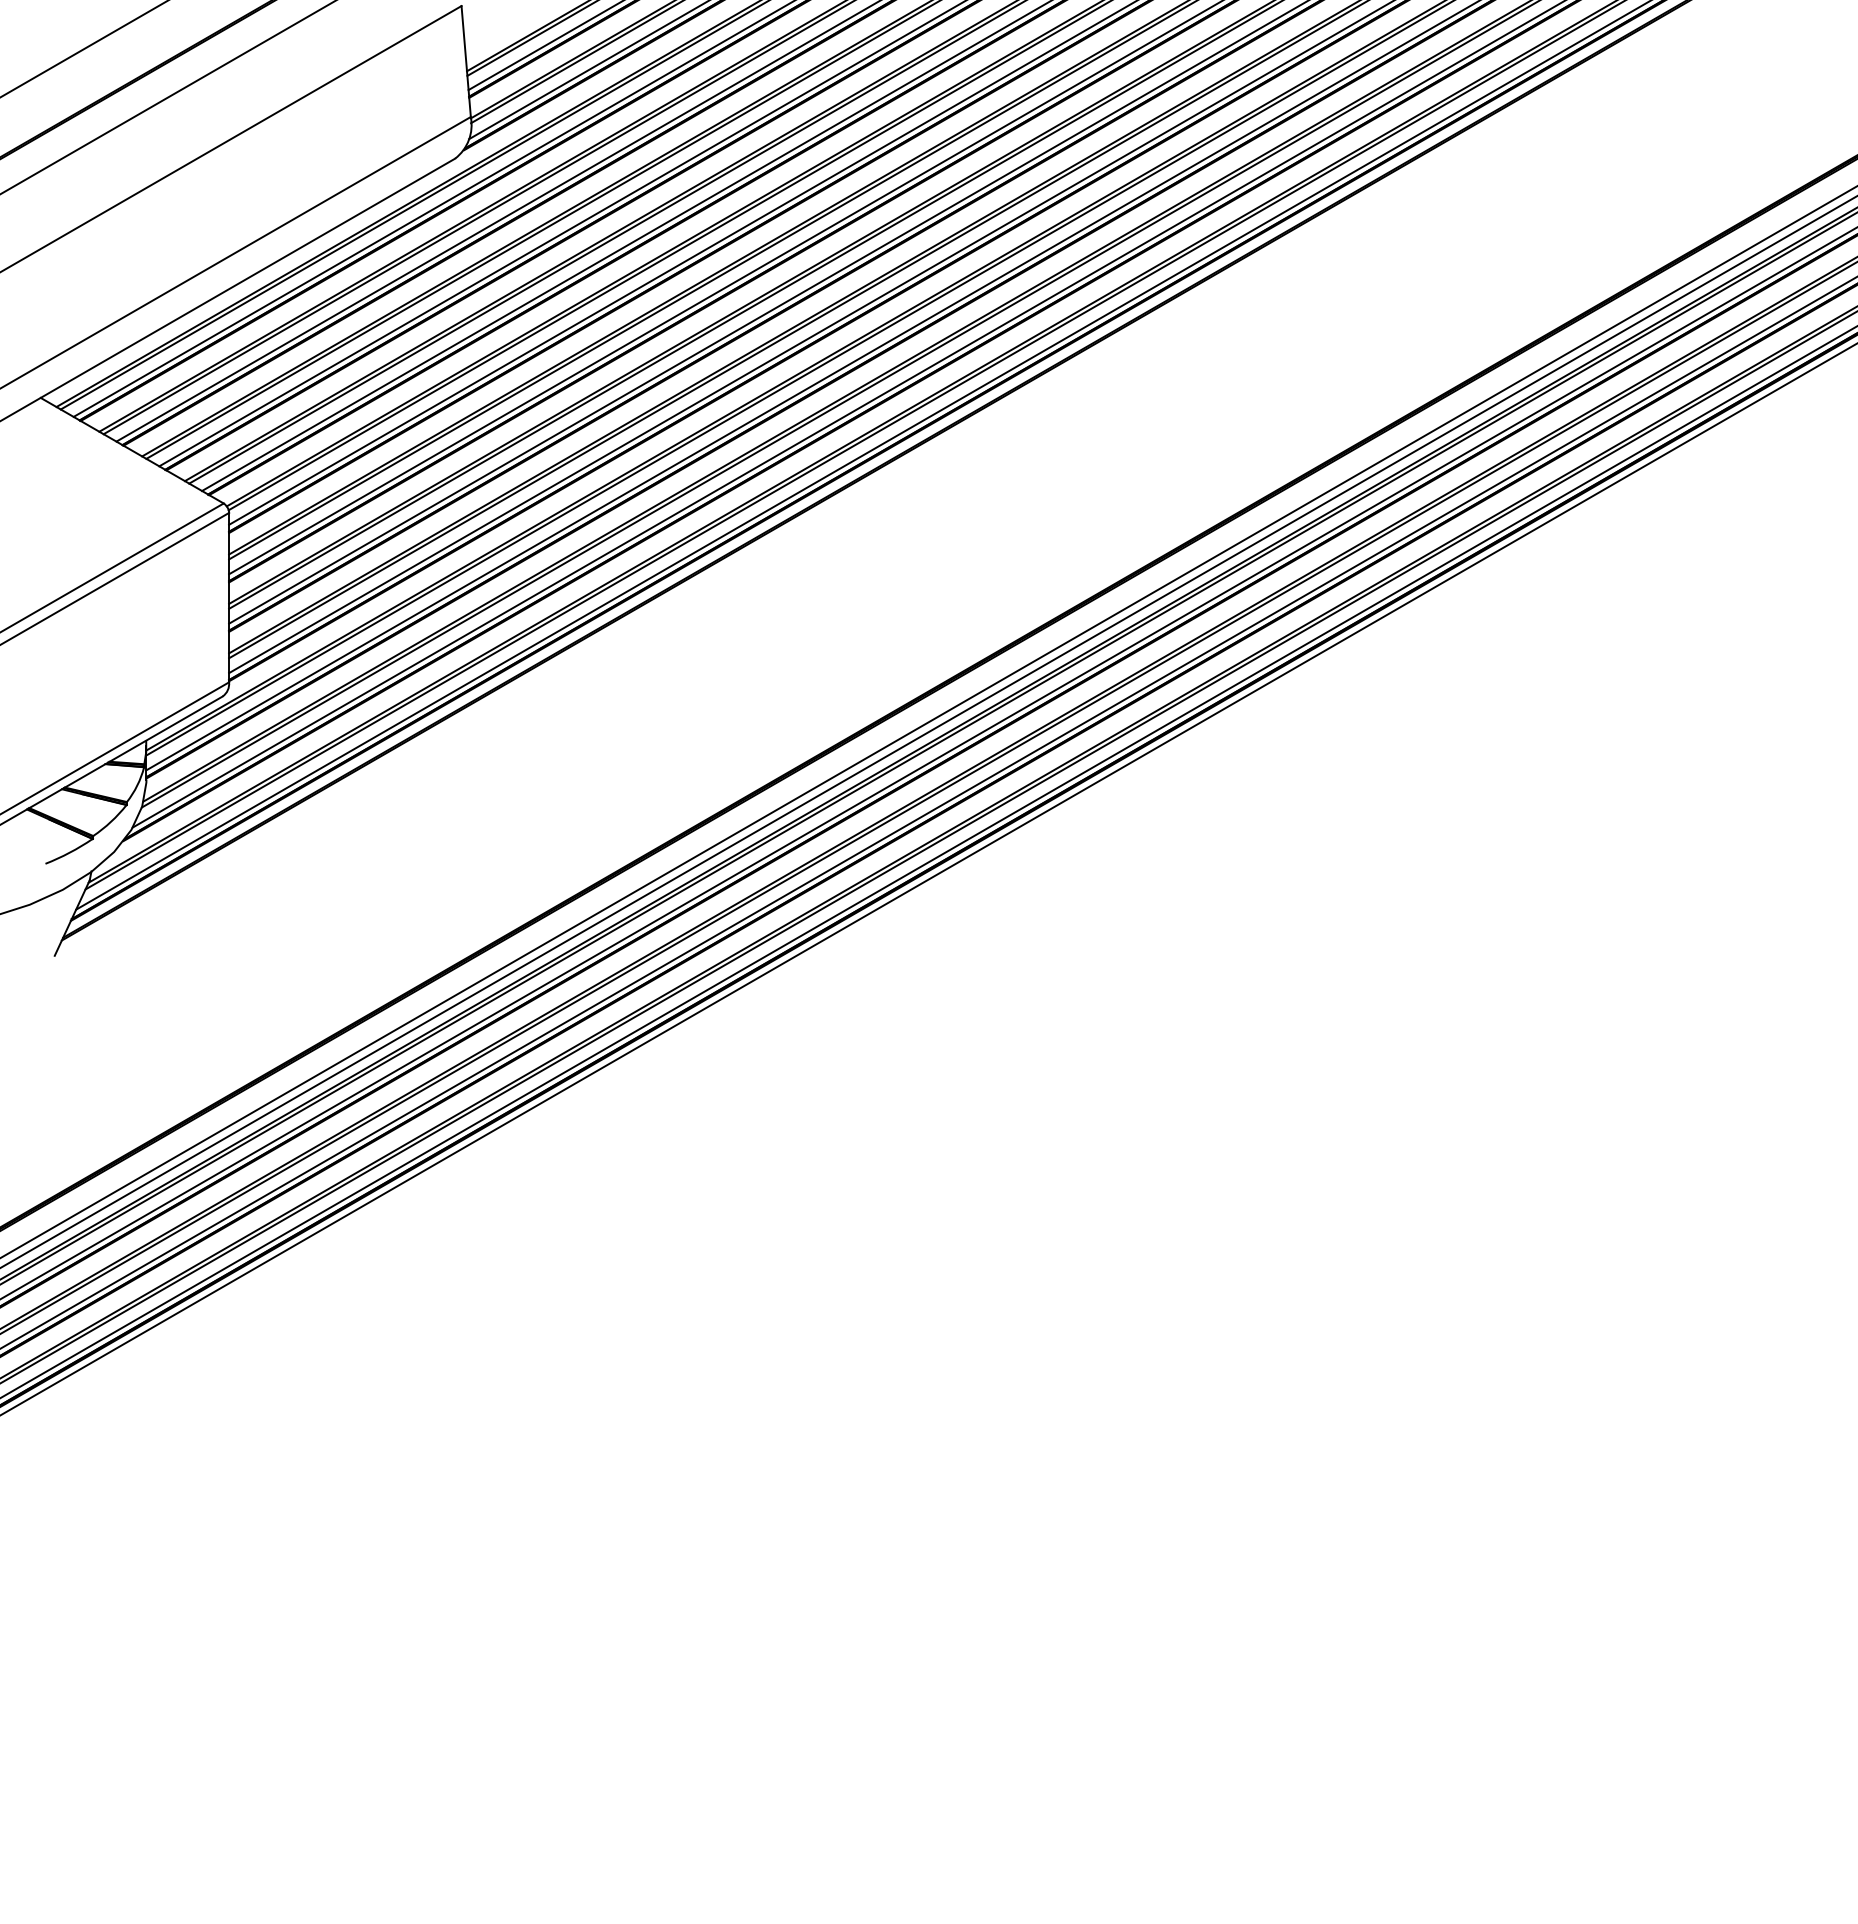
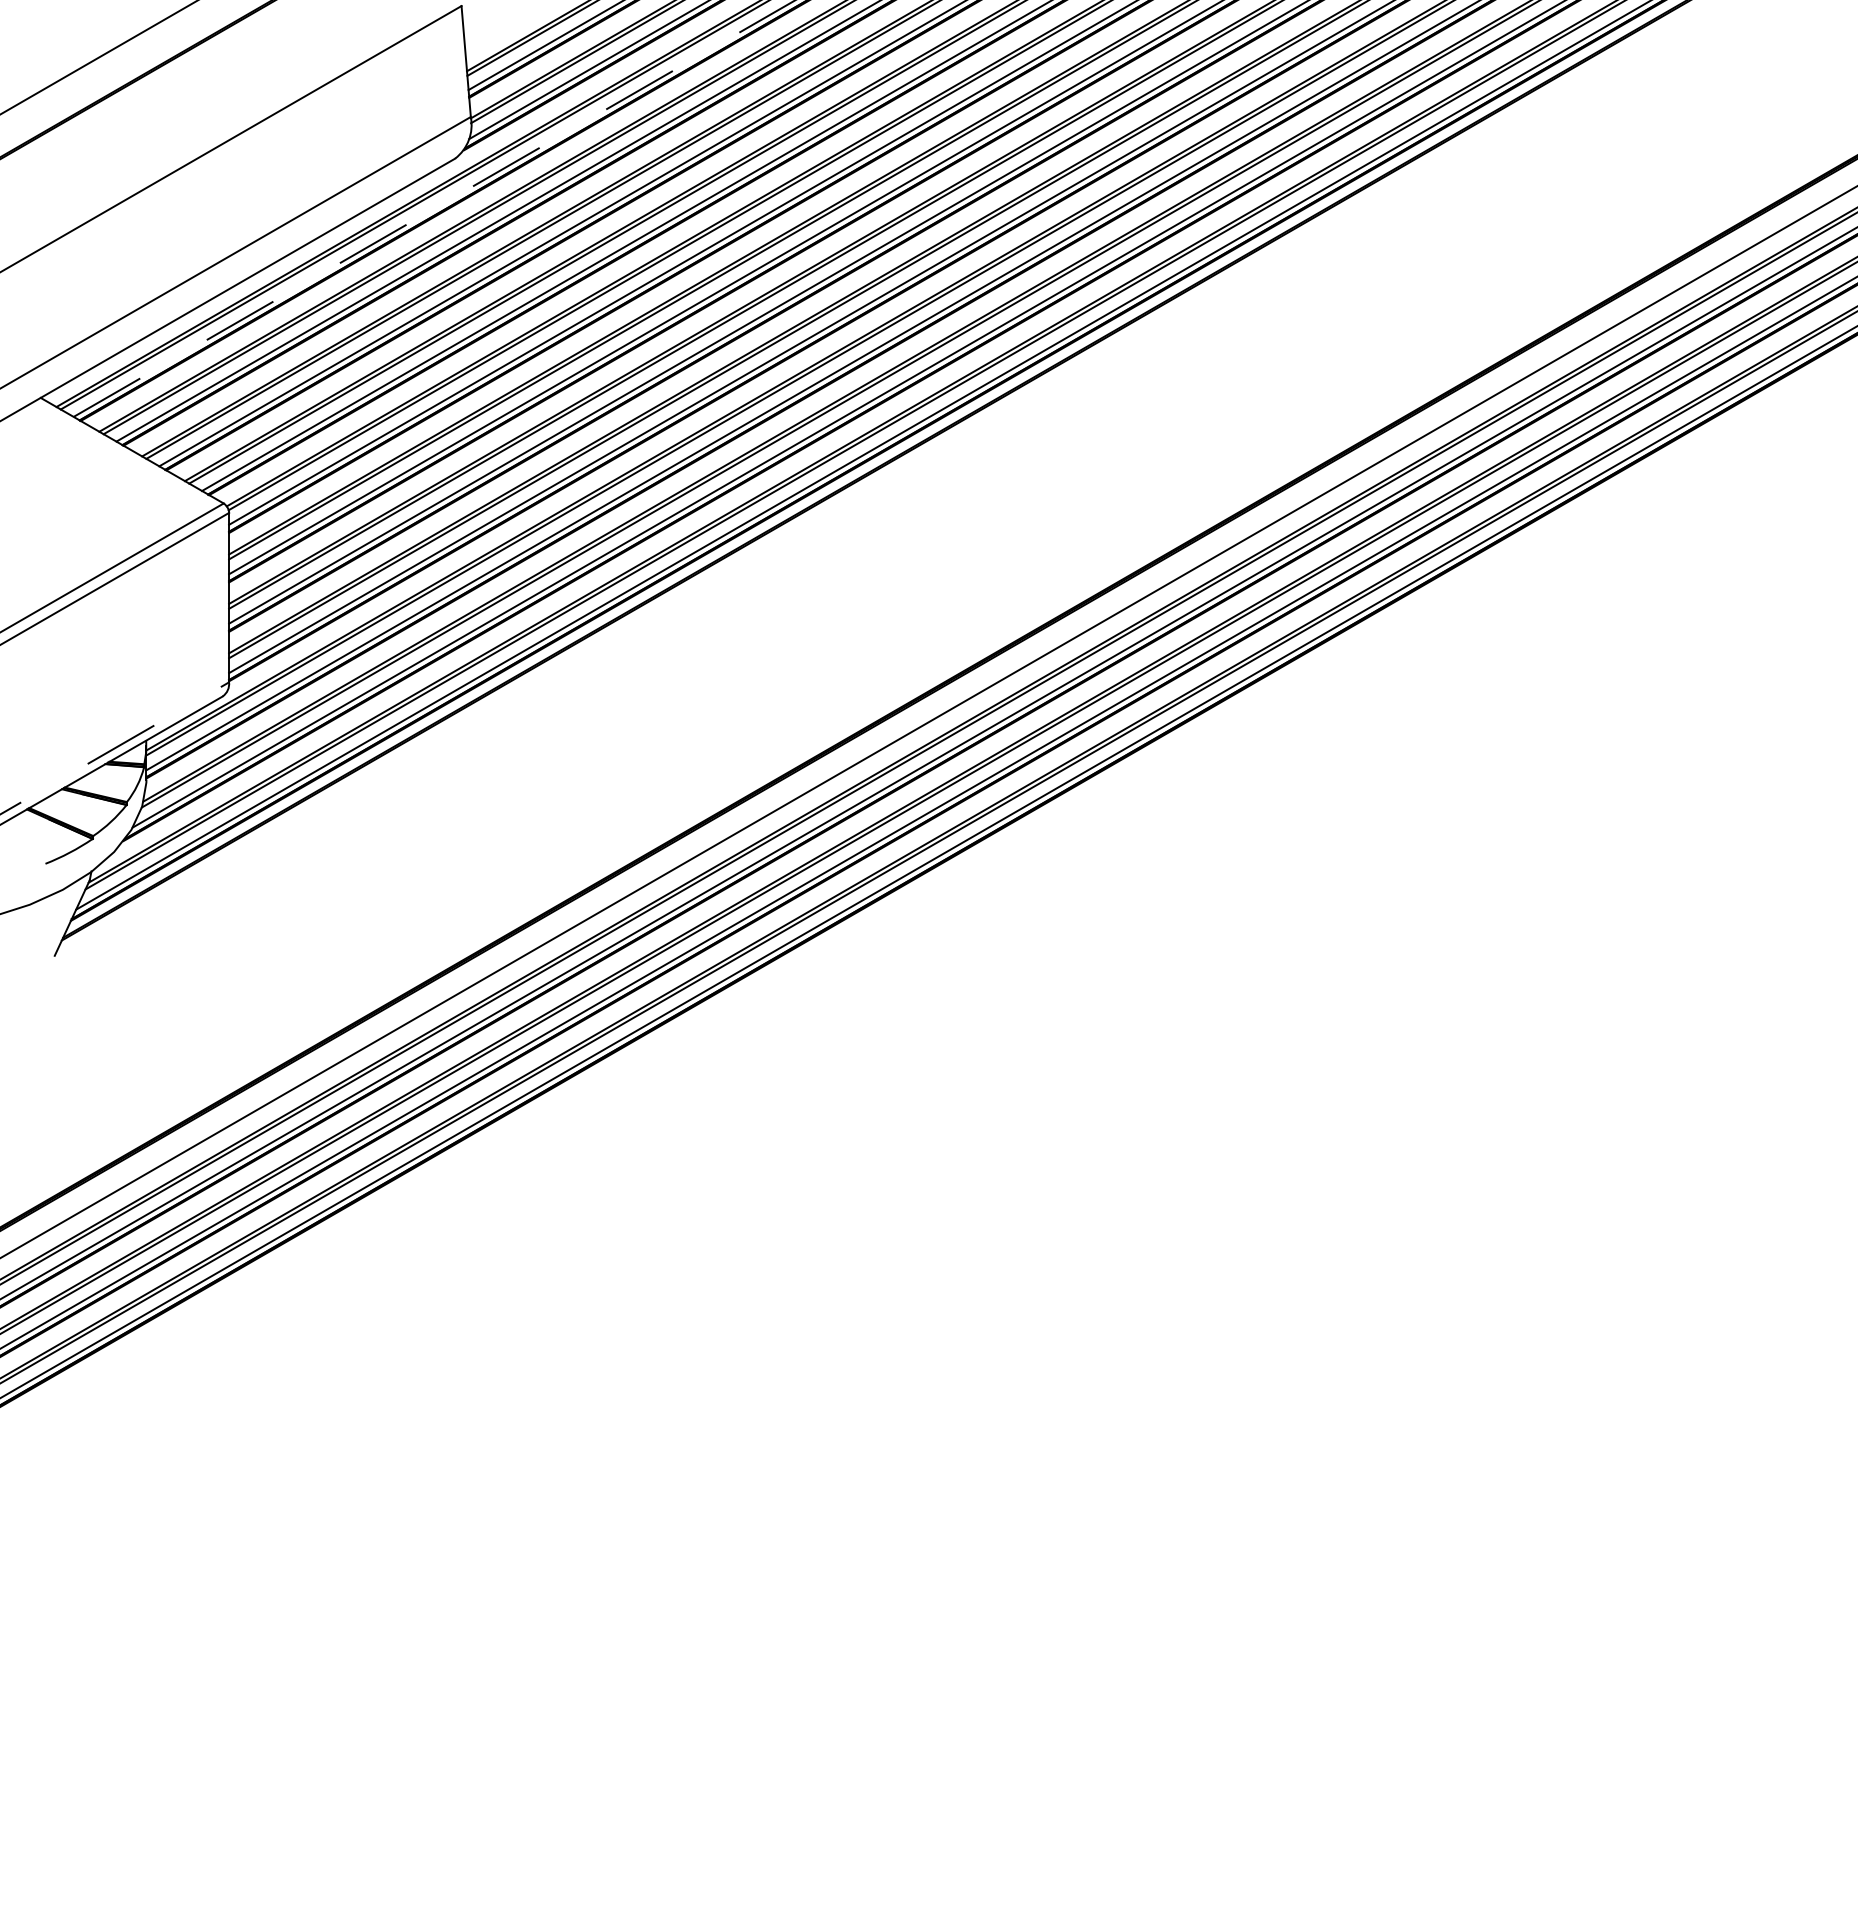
line at (83, 49) position: (83, 49) -> (98, 57)
line at (167, 97): present -> none
line at (434, 208): solid -> dashed
line at (928, 731): present -> none
line at (114, 748): solid -> dashed
line at (928, 879): present -> none
